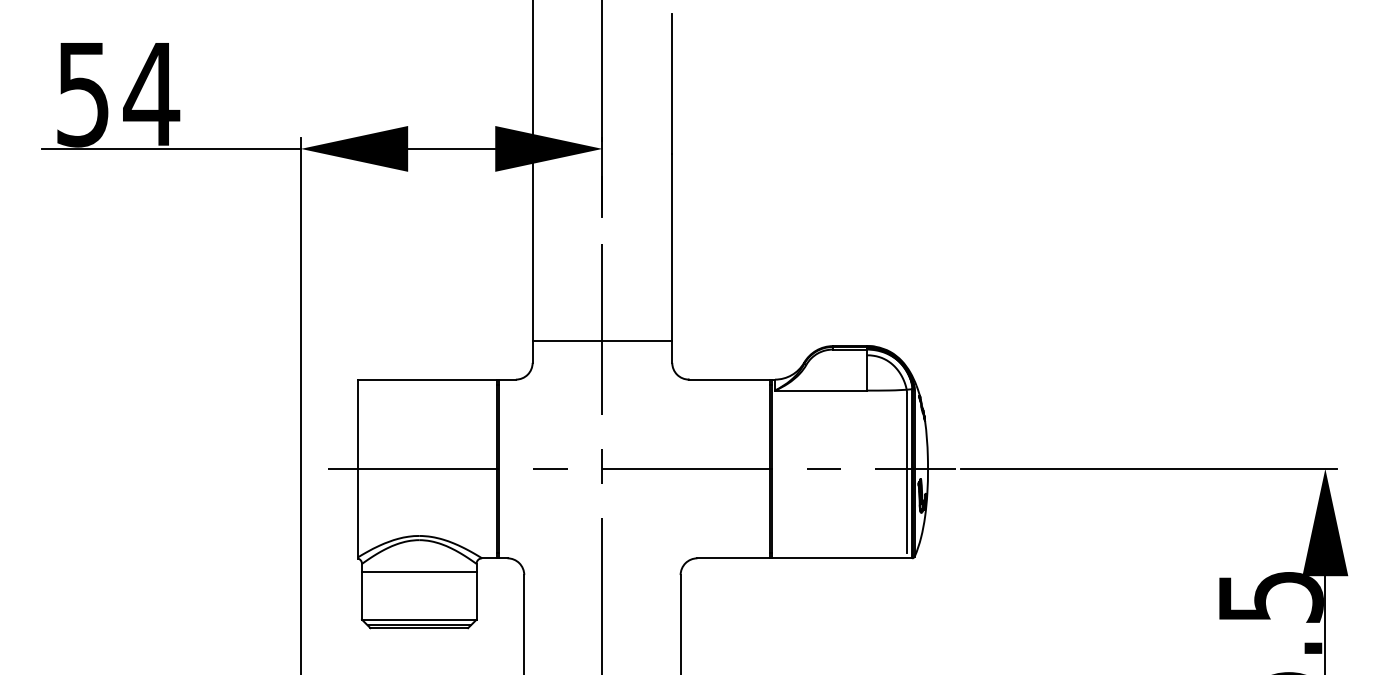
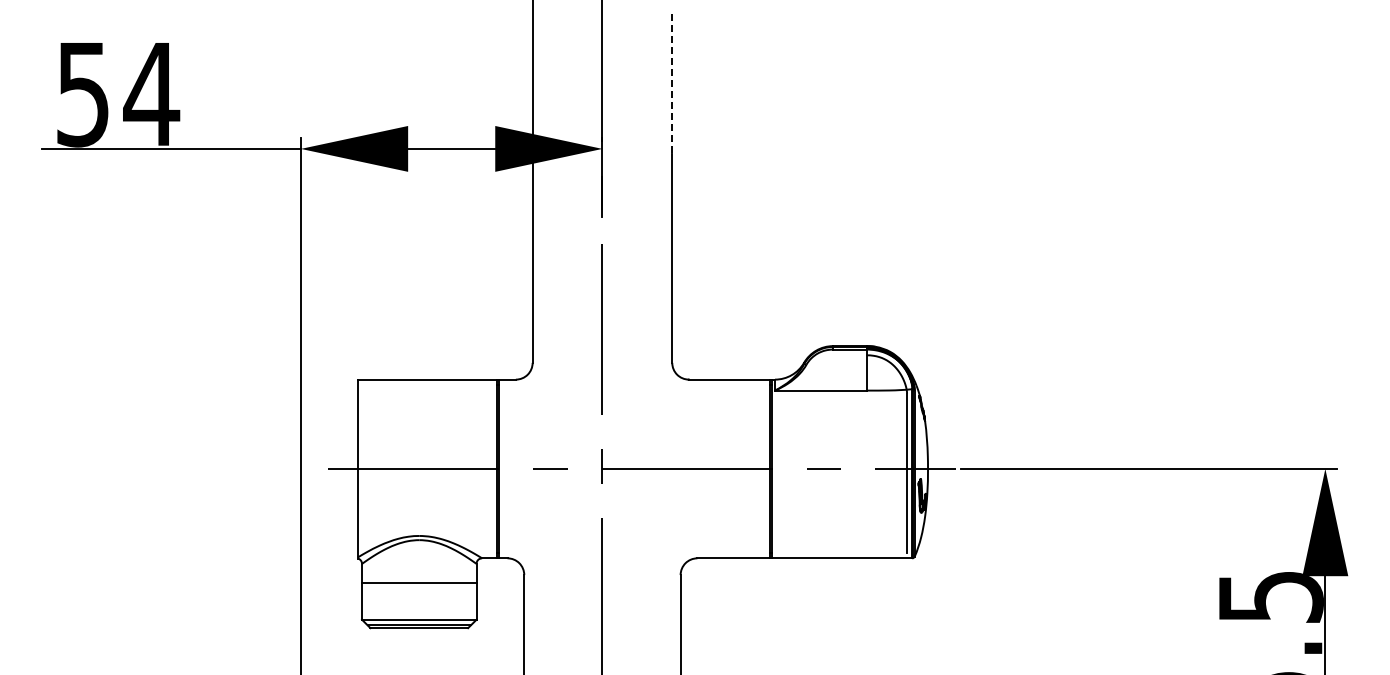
line at (672, 84): solid -> dashed
line at (602, 340): present -> none
line at (419, 572) position: (419, 572) -> (419, 583)
